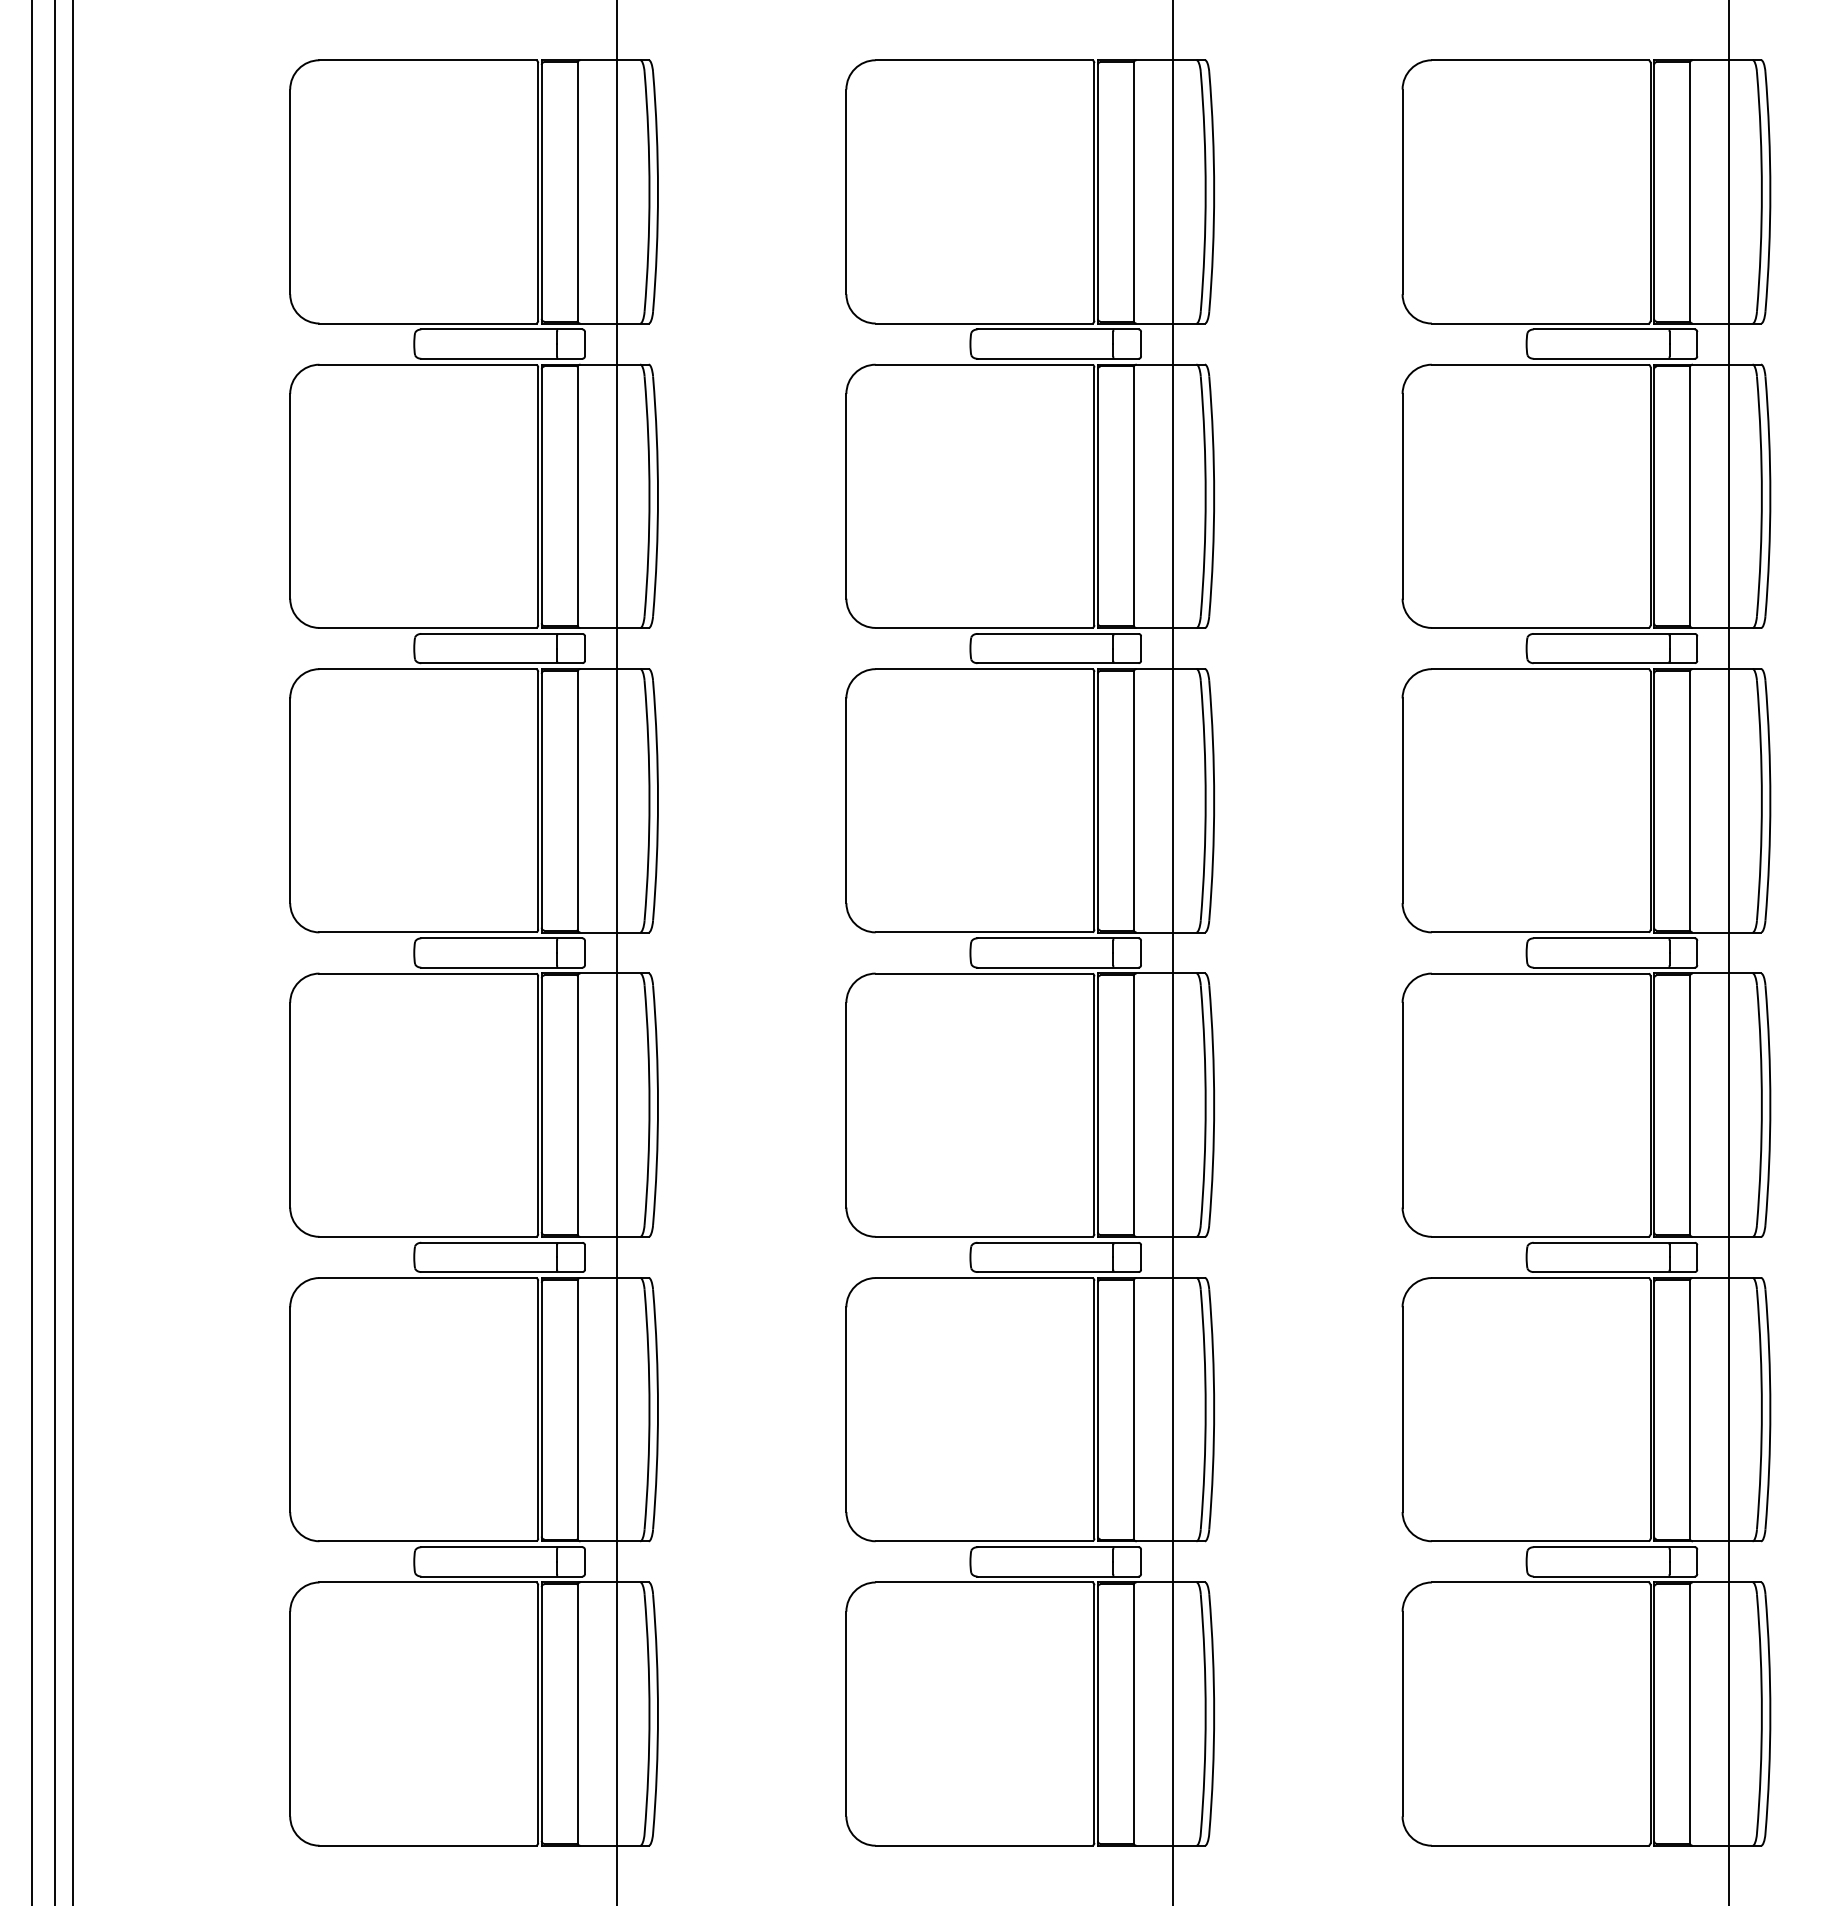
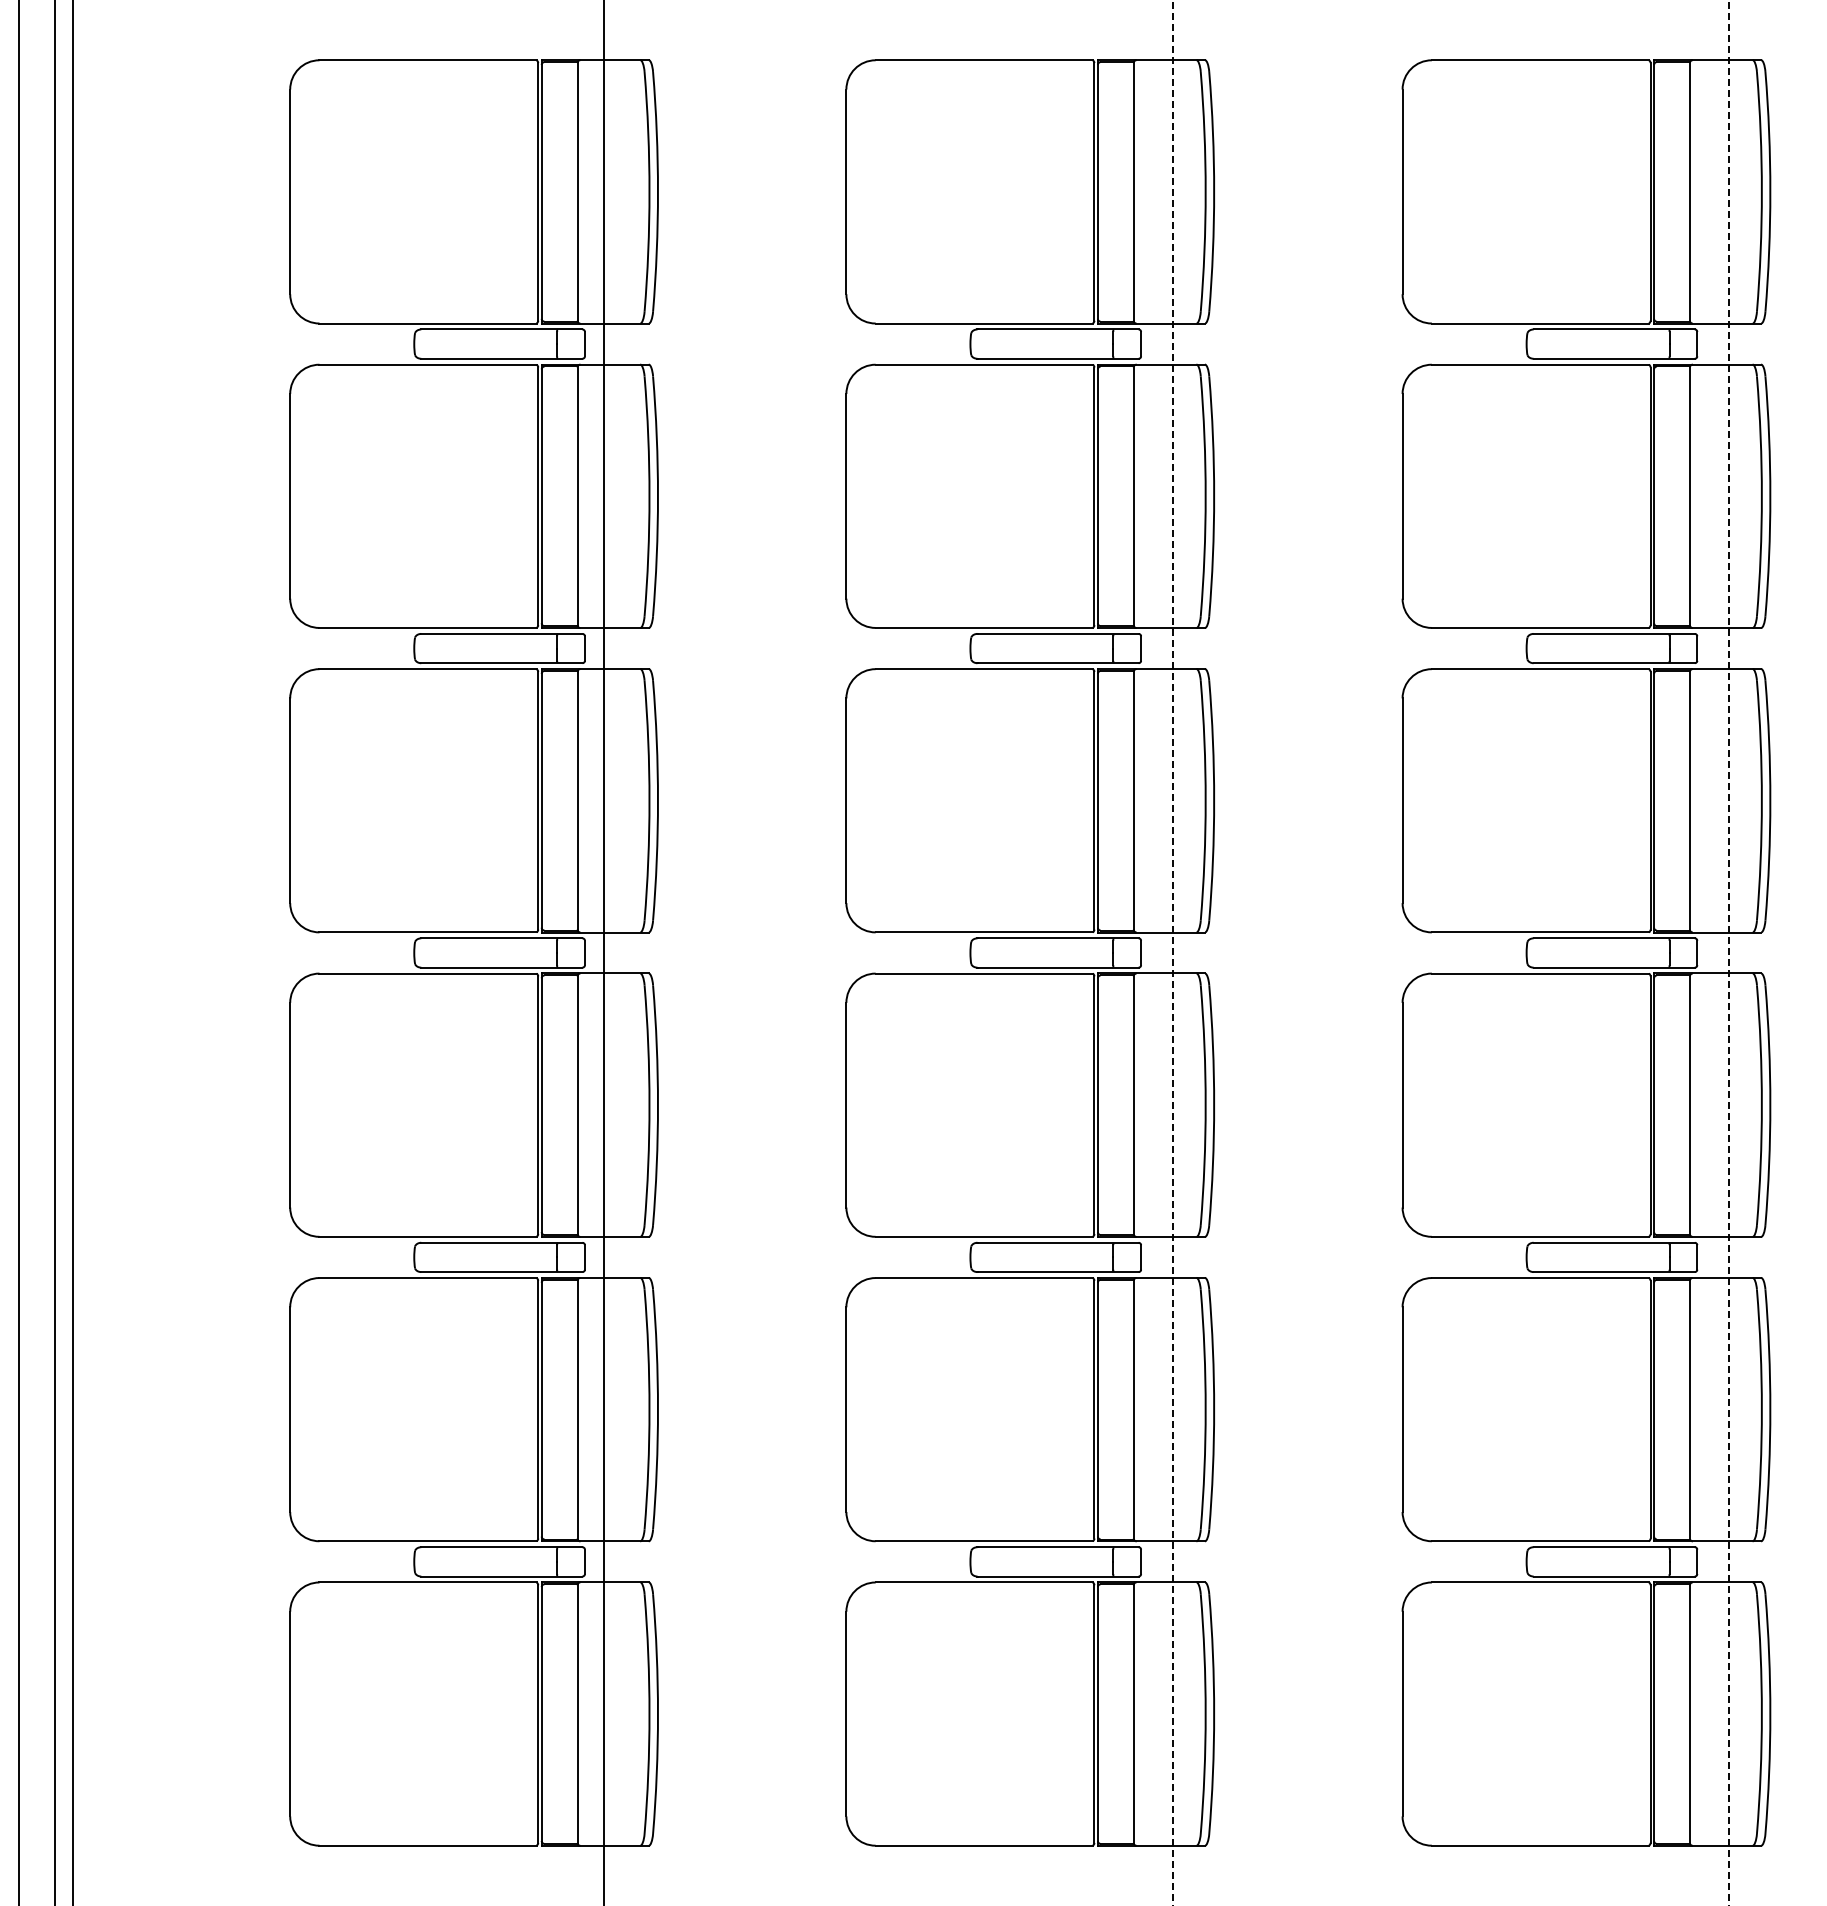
line at (31, 952) position: (31, 952) -> (18, 952)
line at (617, 952) position: (617, 952) -> (604, 952)
line at (1173, 953): solid -> dashed
line at (1729, 953): solid -> dashed
